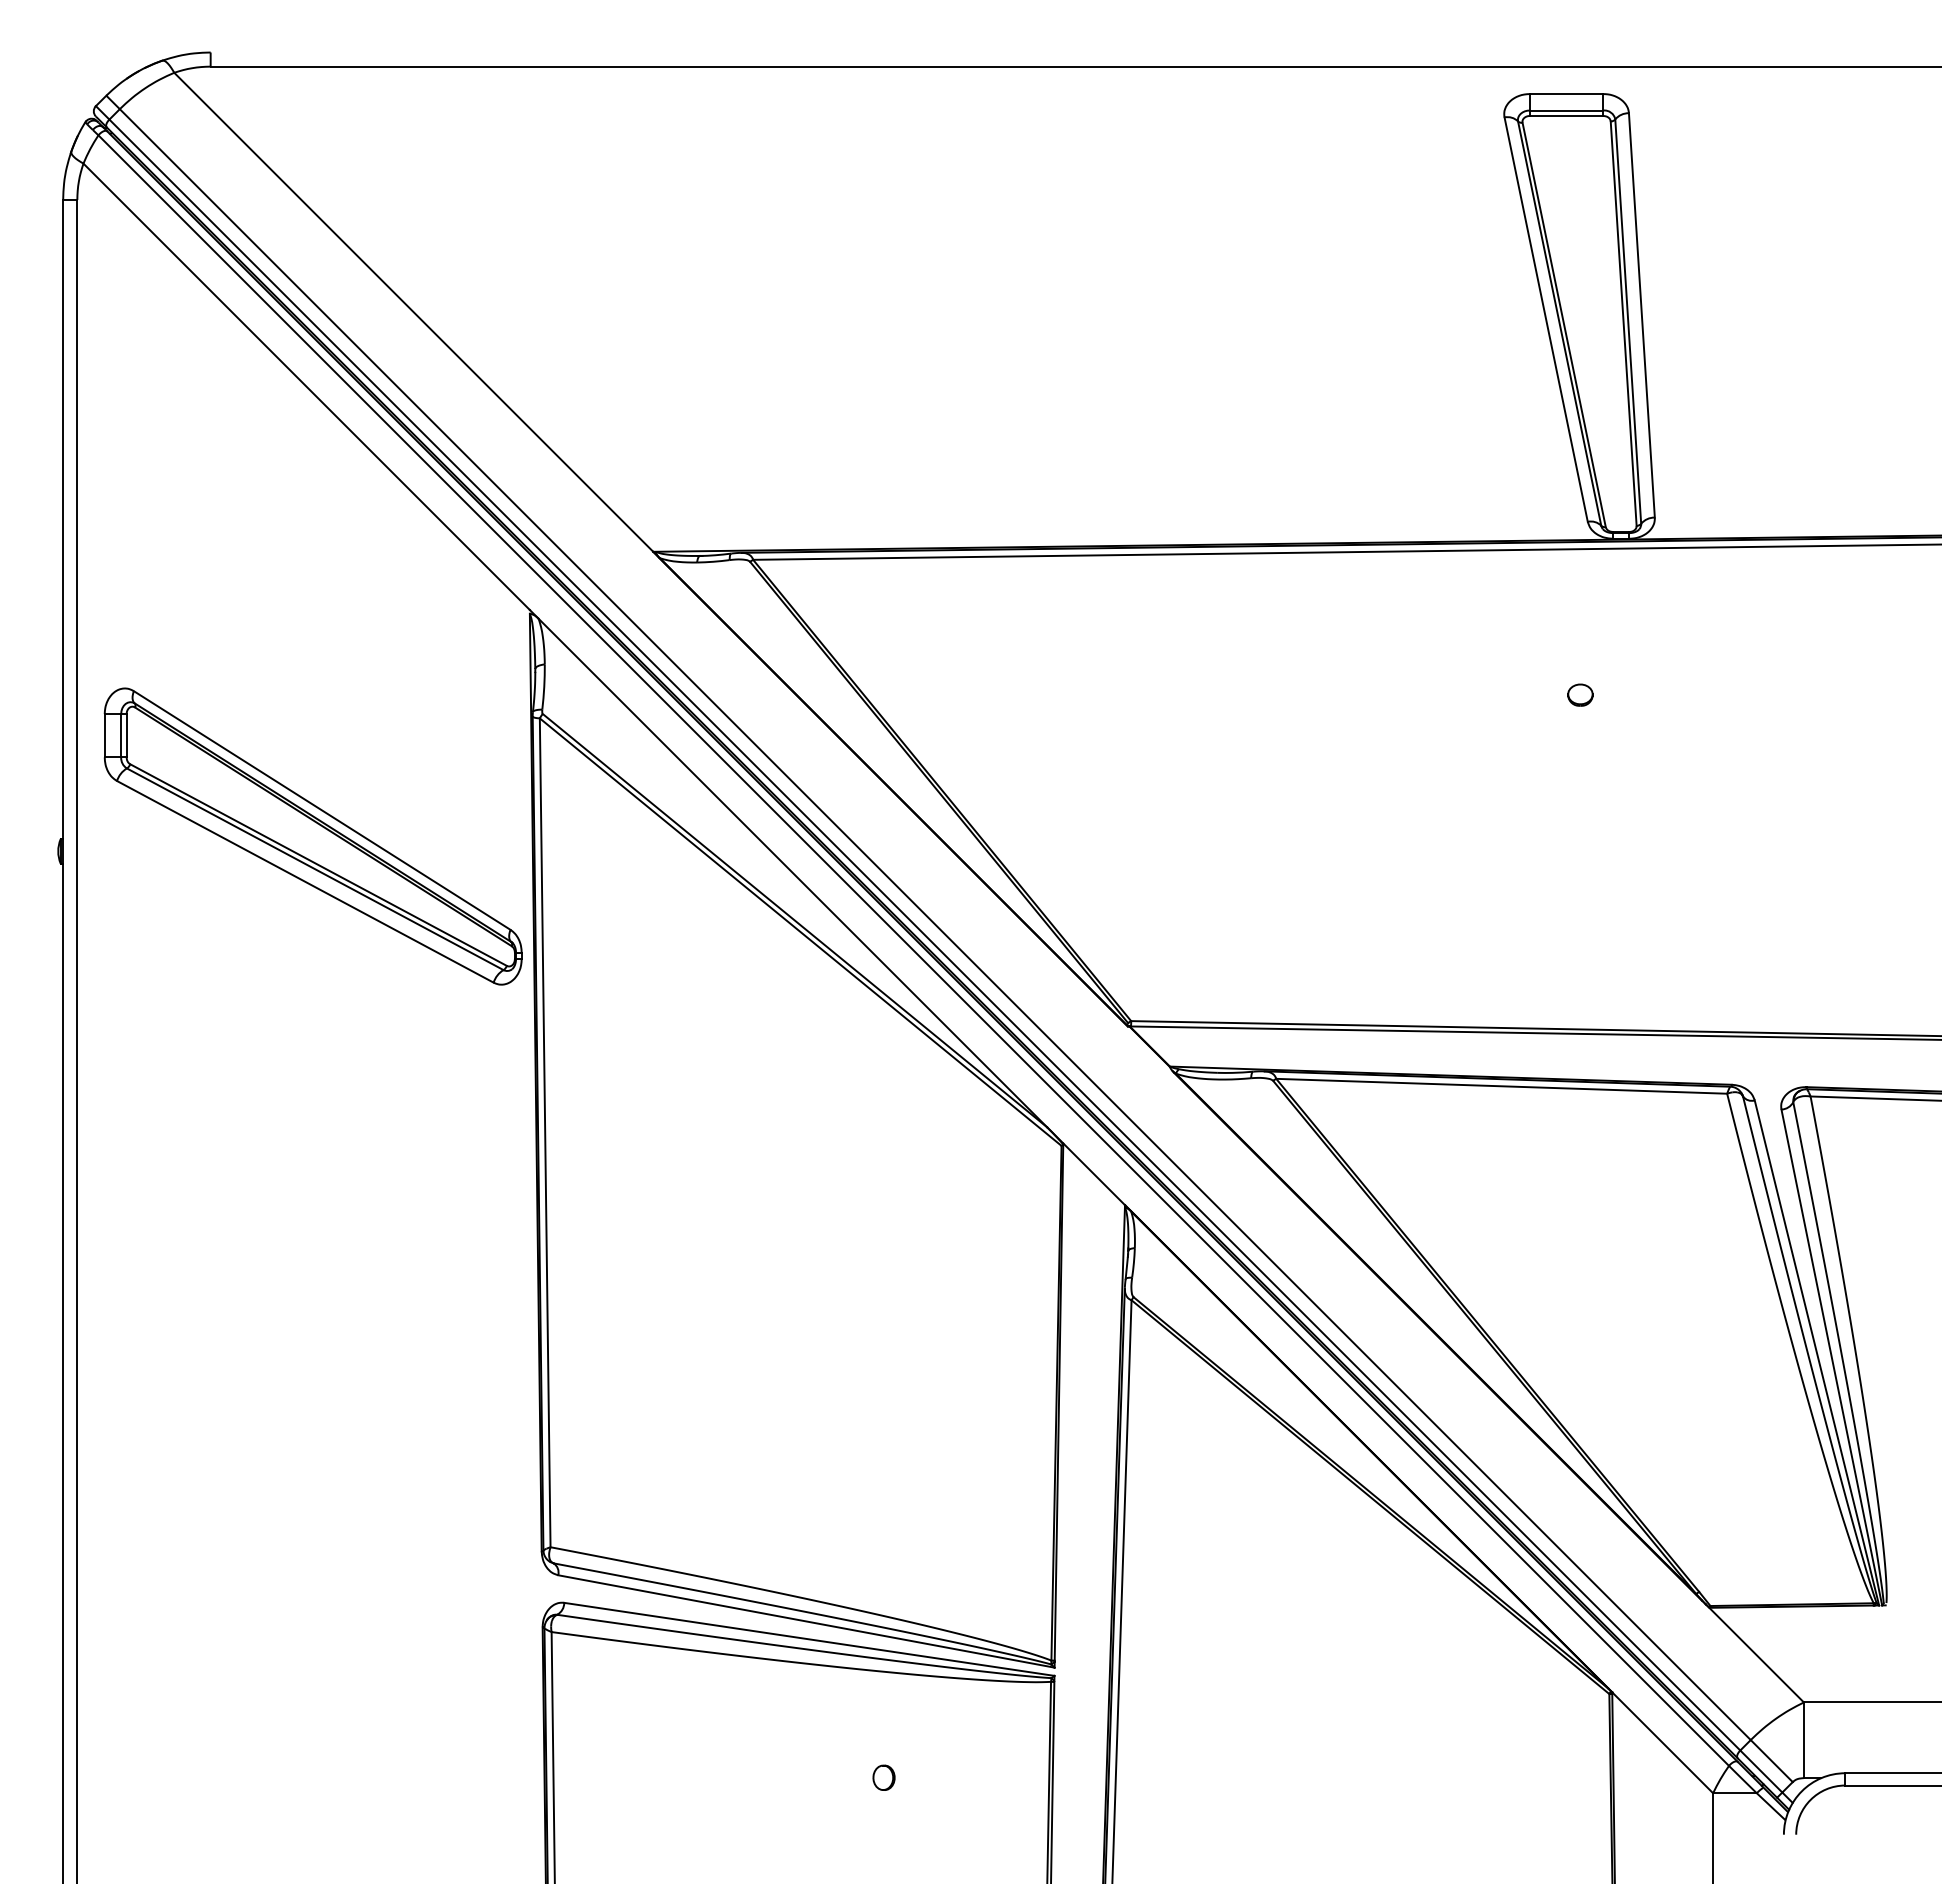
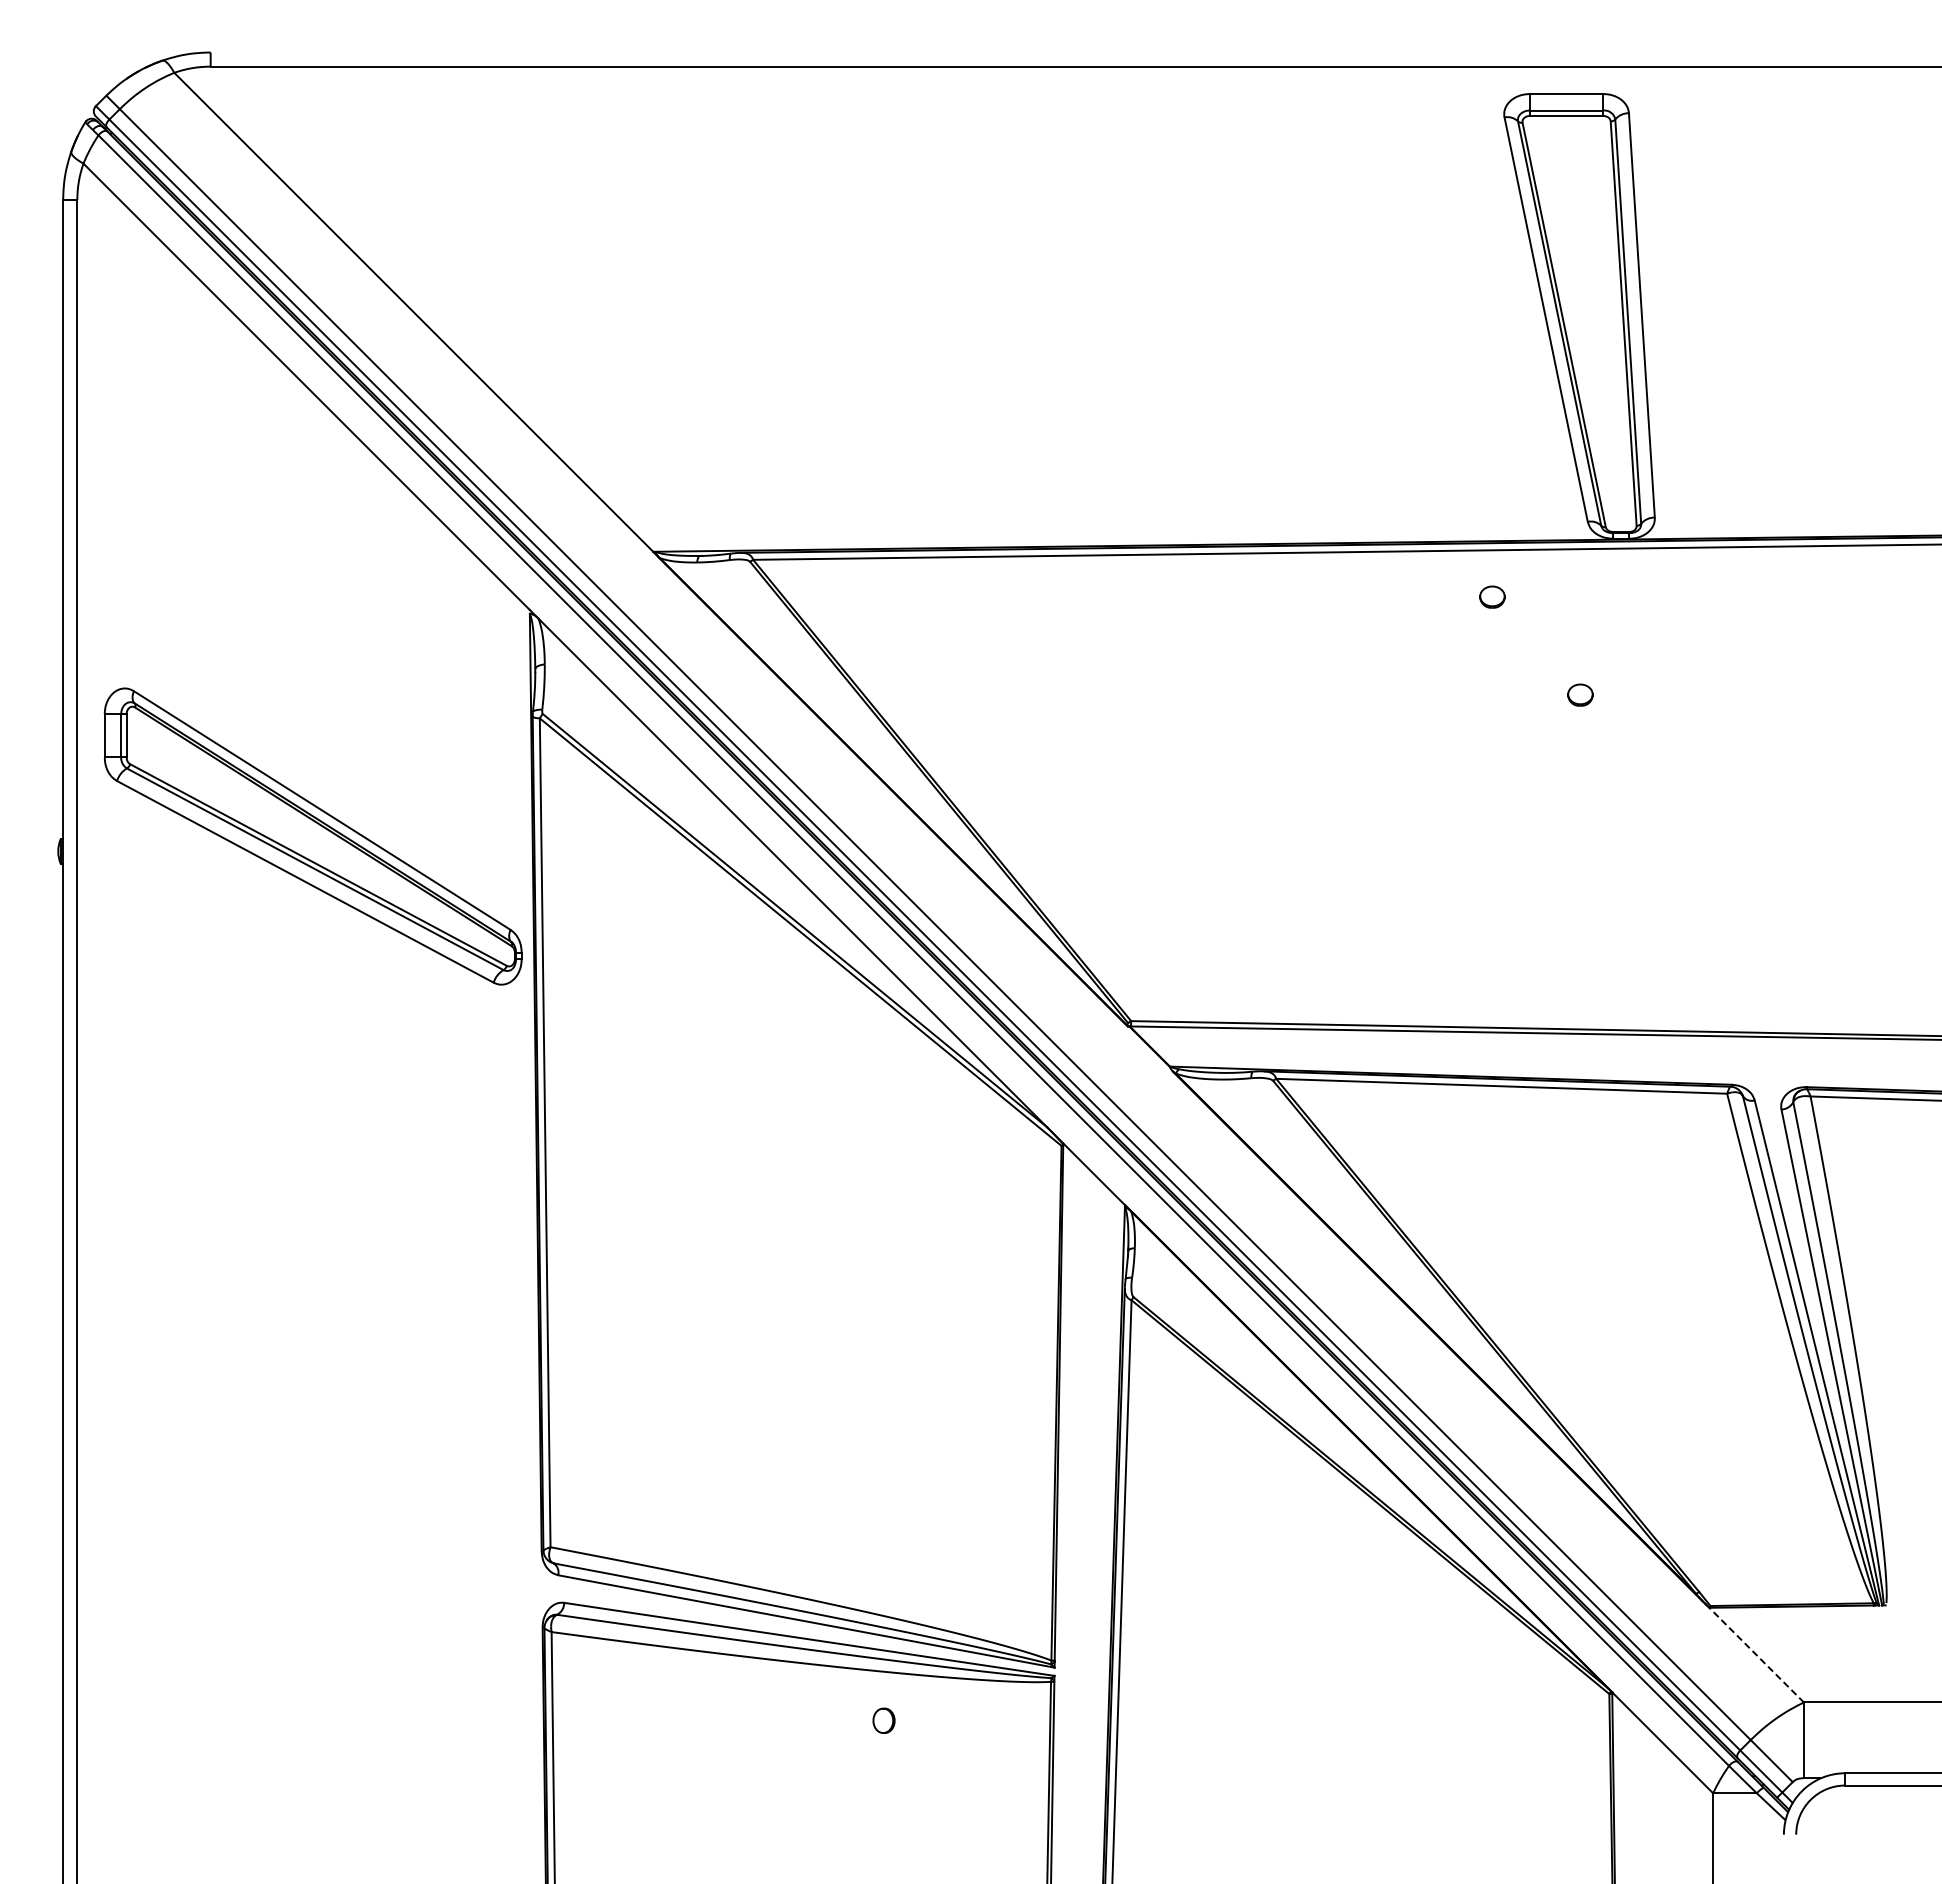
part at (1492, 596): none -> present
line at (1755, 1653): solid -> dashed
part at (883, 1777) position: (883, 1777) -> (883, 1720)
